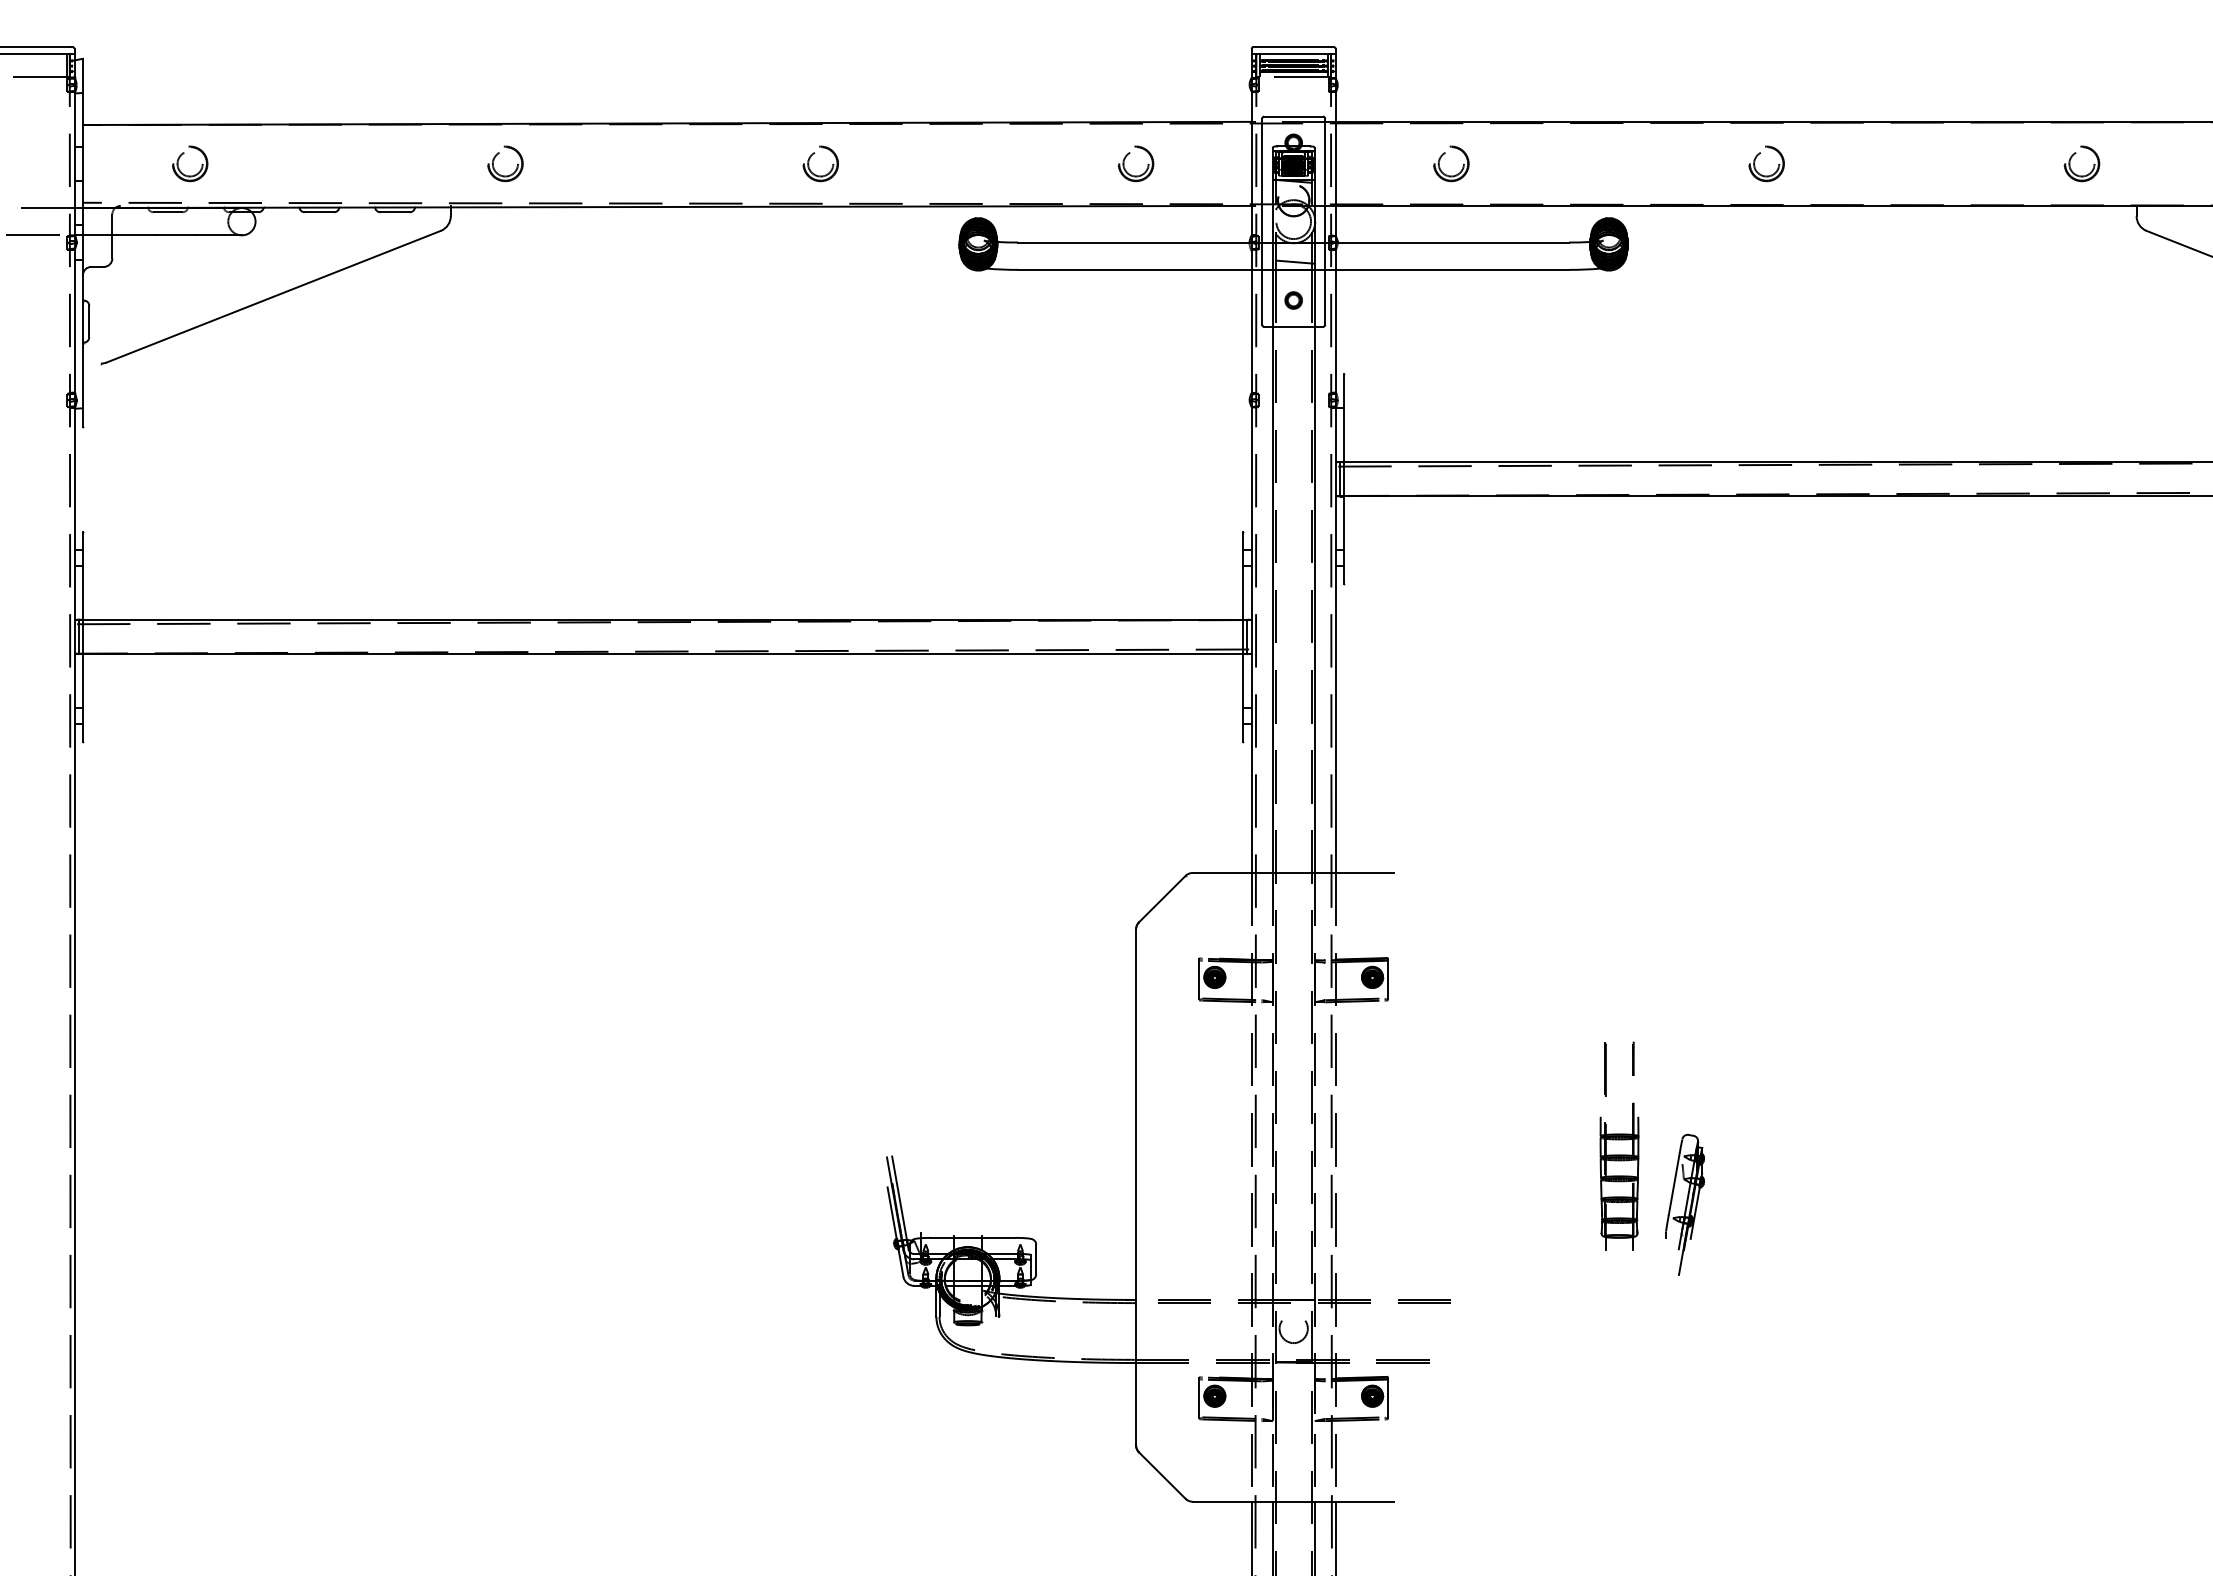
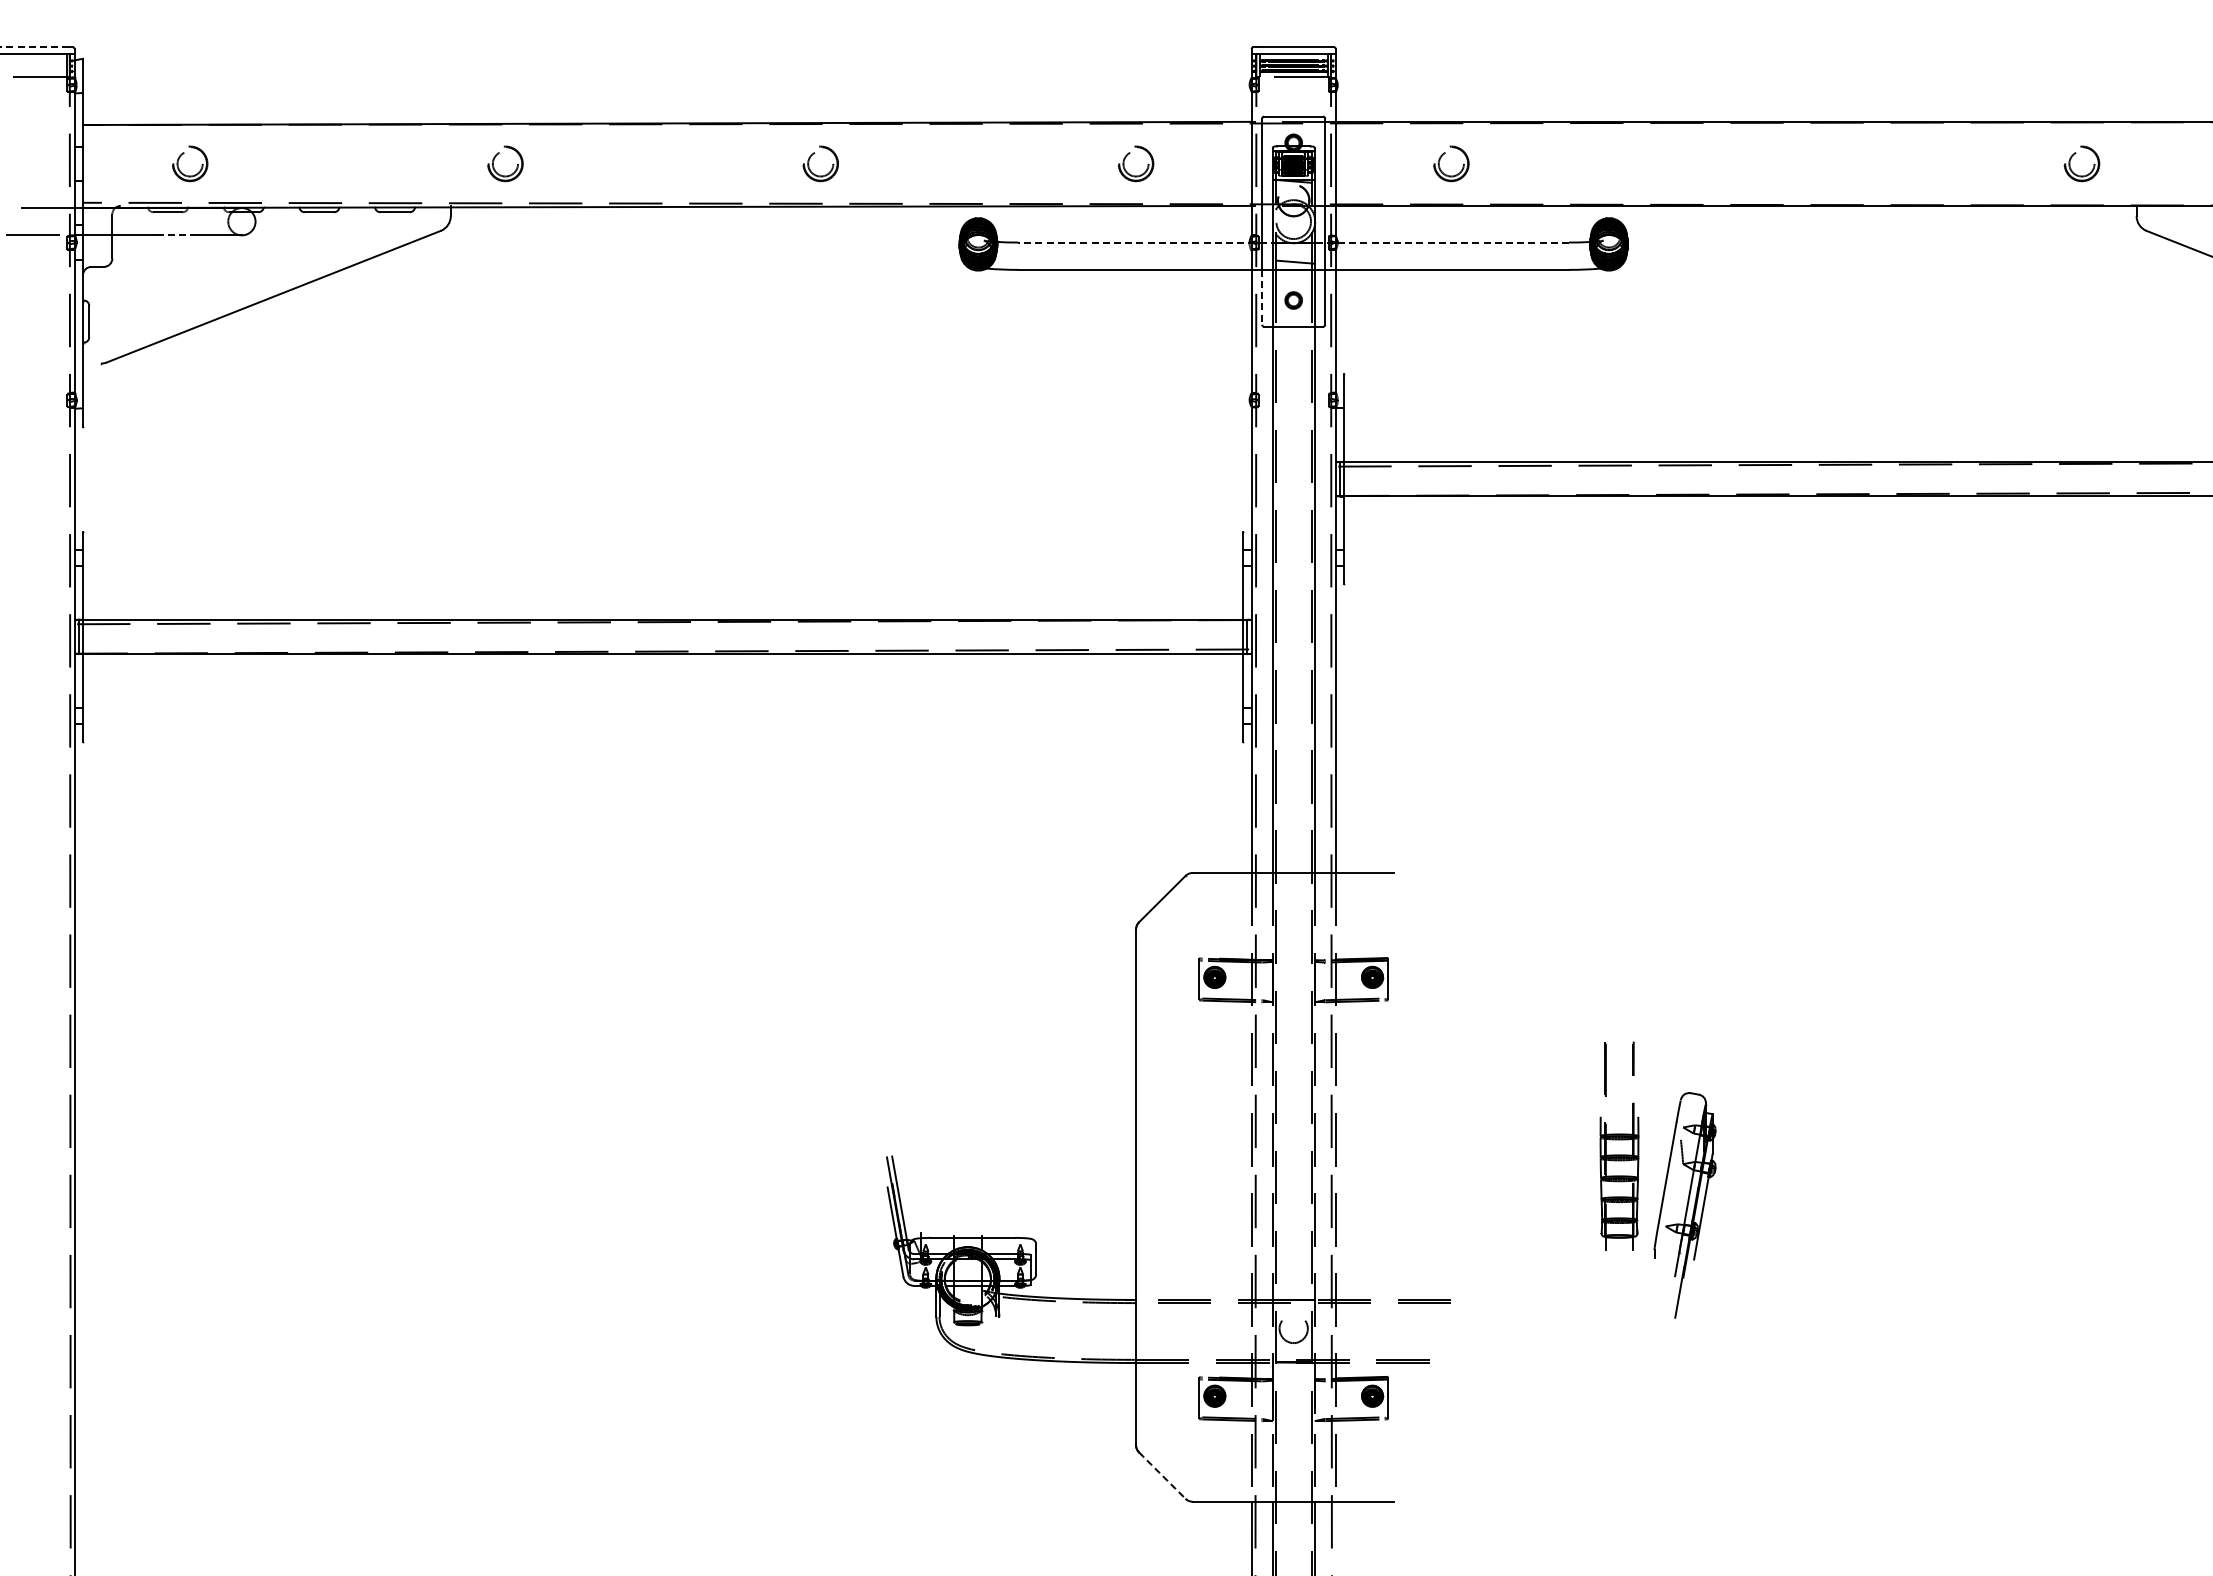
line at (34, 47): solid -> dashed
part at (1755, 162): present -> none
line at (176, 235): solid -> dashed
line at (1293, 242): solid -> dashed
line at (1262, 297): solid -> dashed
part at (1684, 1204) size: 40x143 px -> 64x227 px
line at (1162, 1475): solid -> dashed
line at (1335, 1536): present -> none
